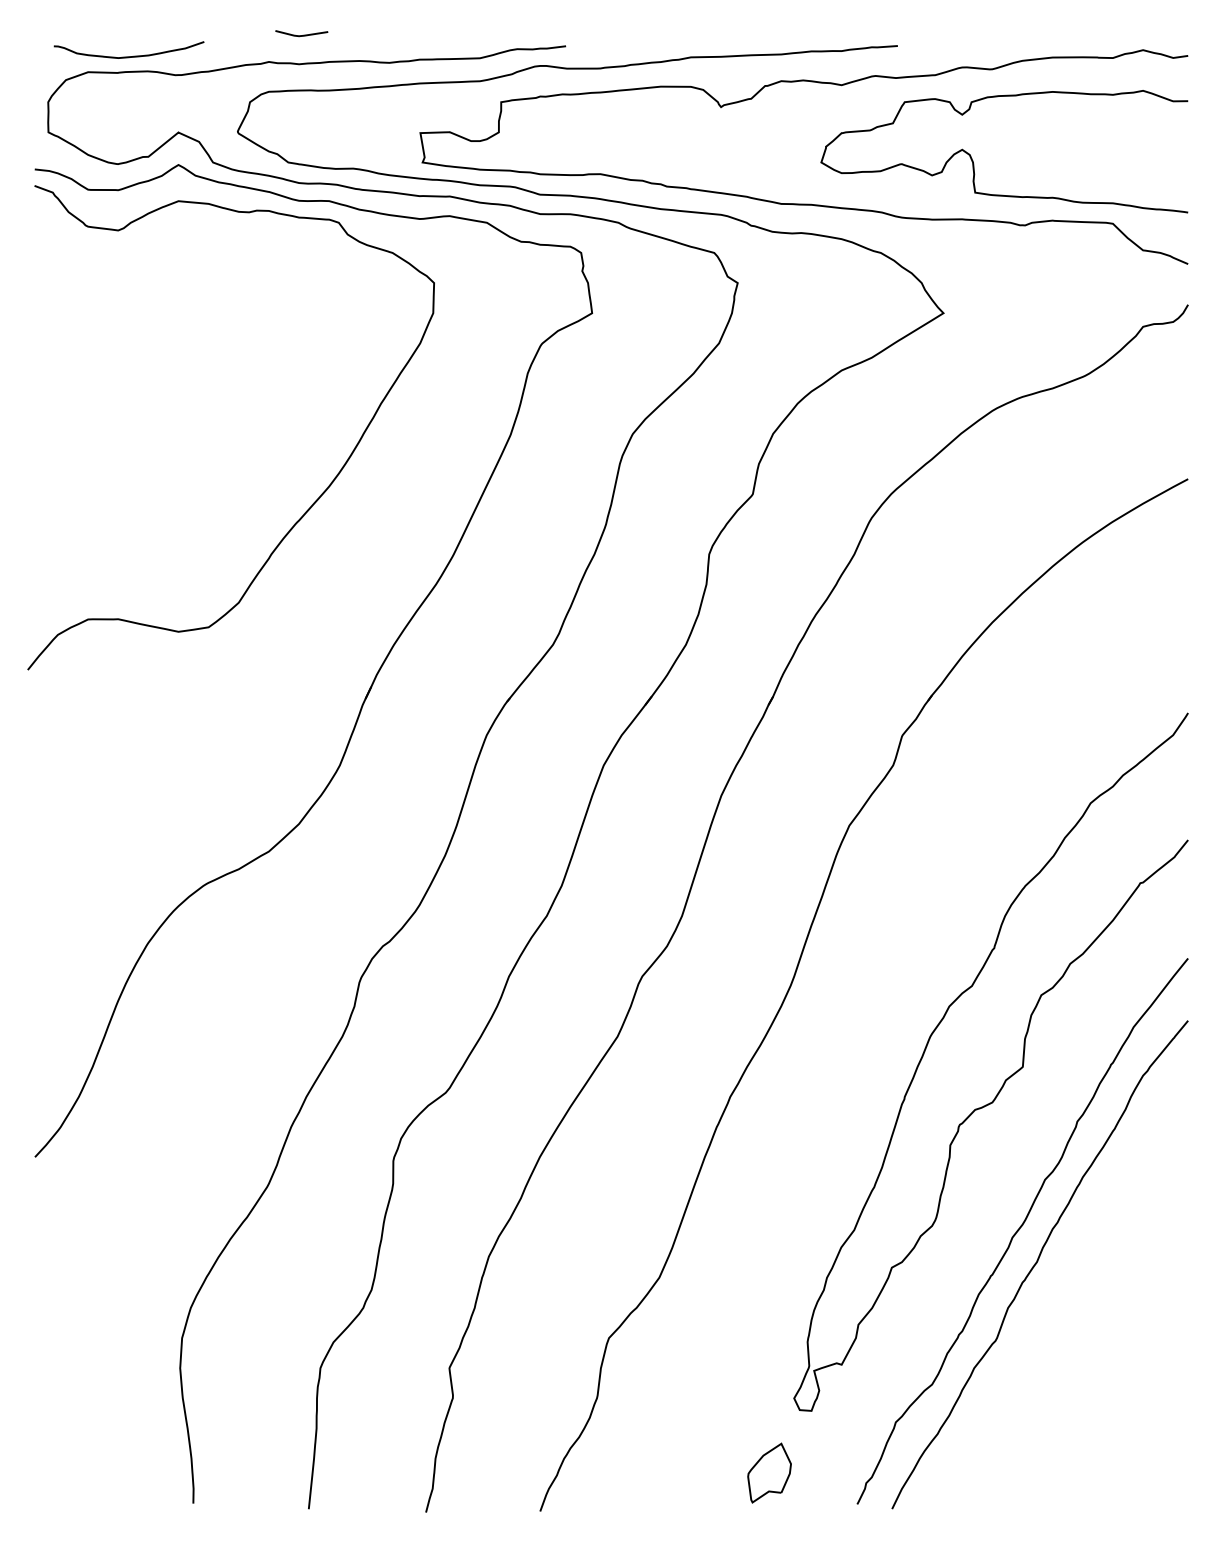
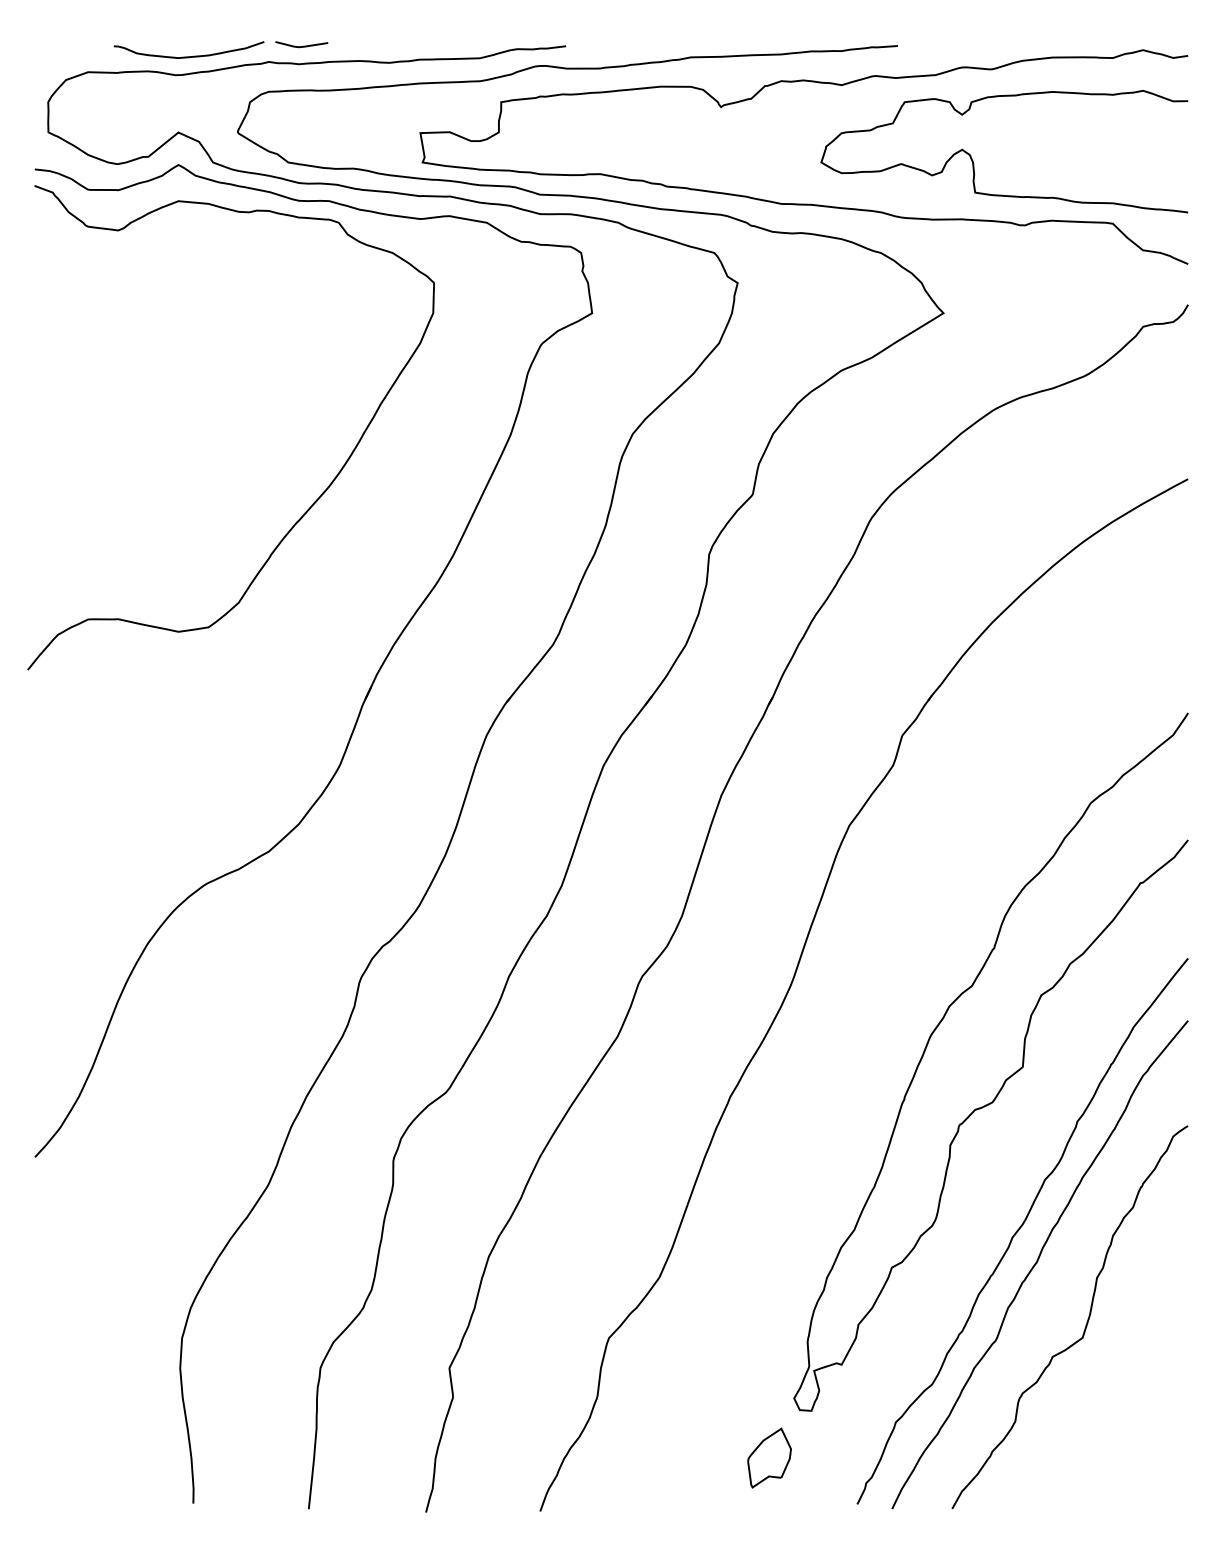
line at (301, 35) position: (301, 35) -> (301, 46)
curve at (128, 56) position: (128, 56) -> (188, 56)
curve at (1086, 1322): none -> present
part at (769, 1472) position: (769, 1472) -> (769, 1457)
